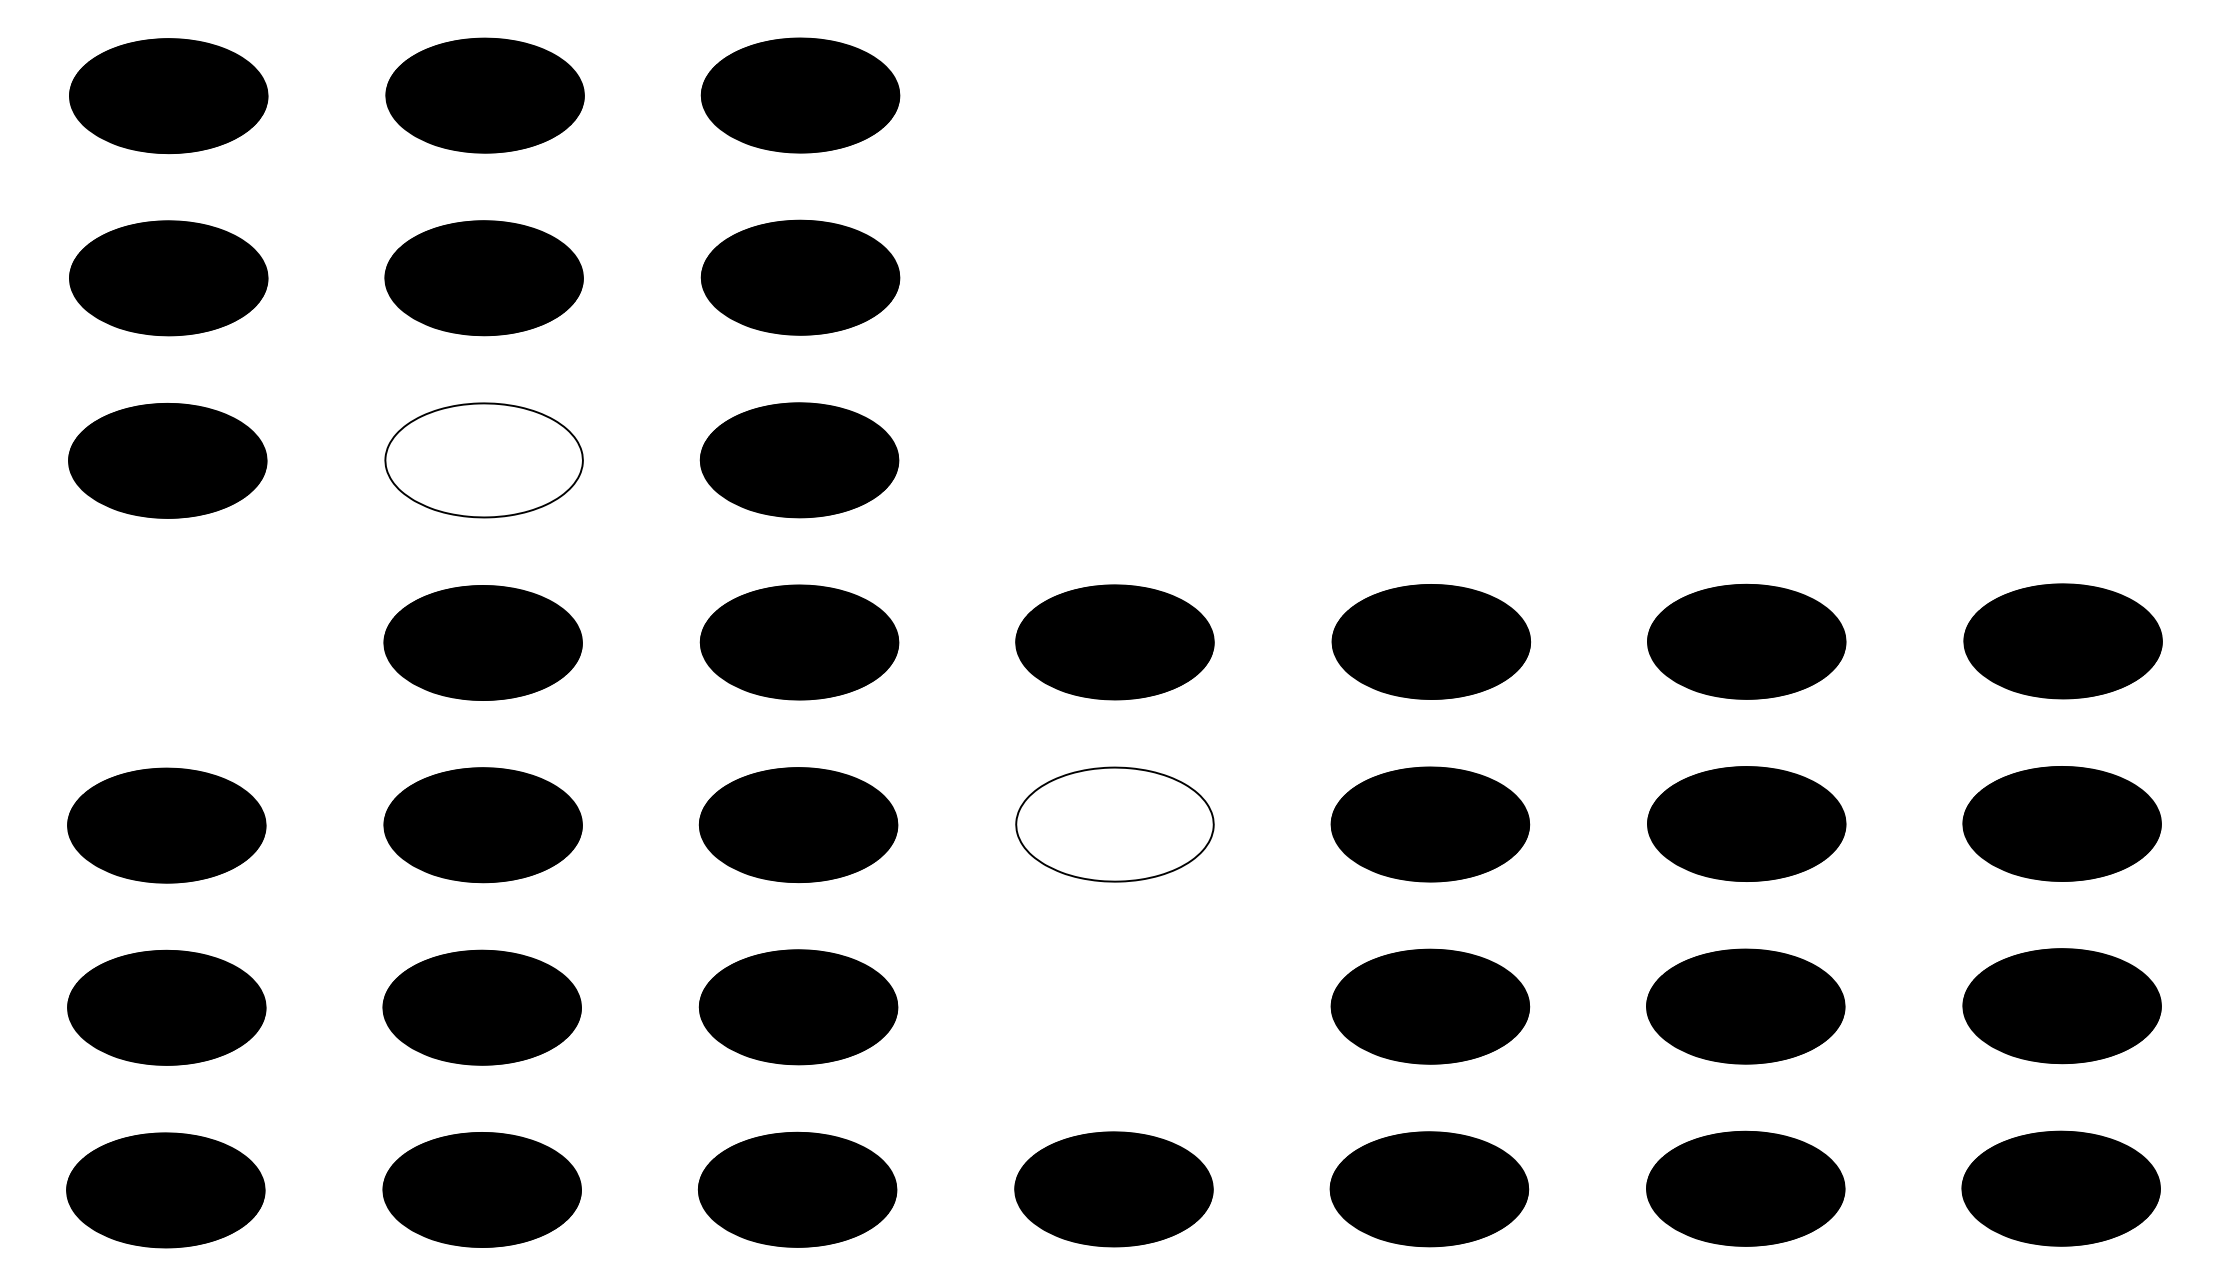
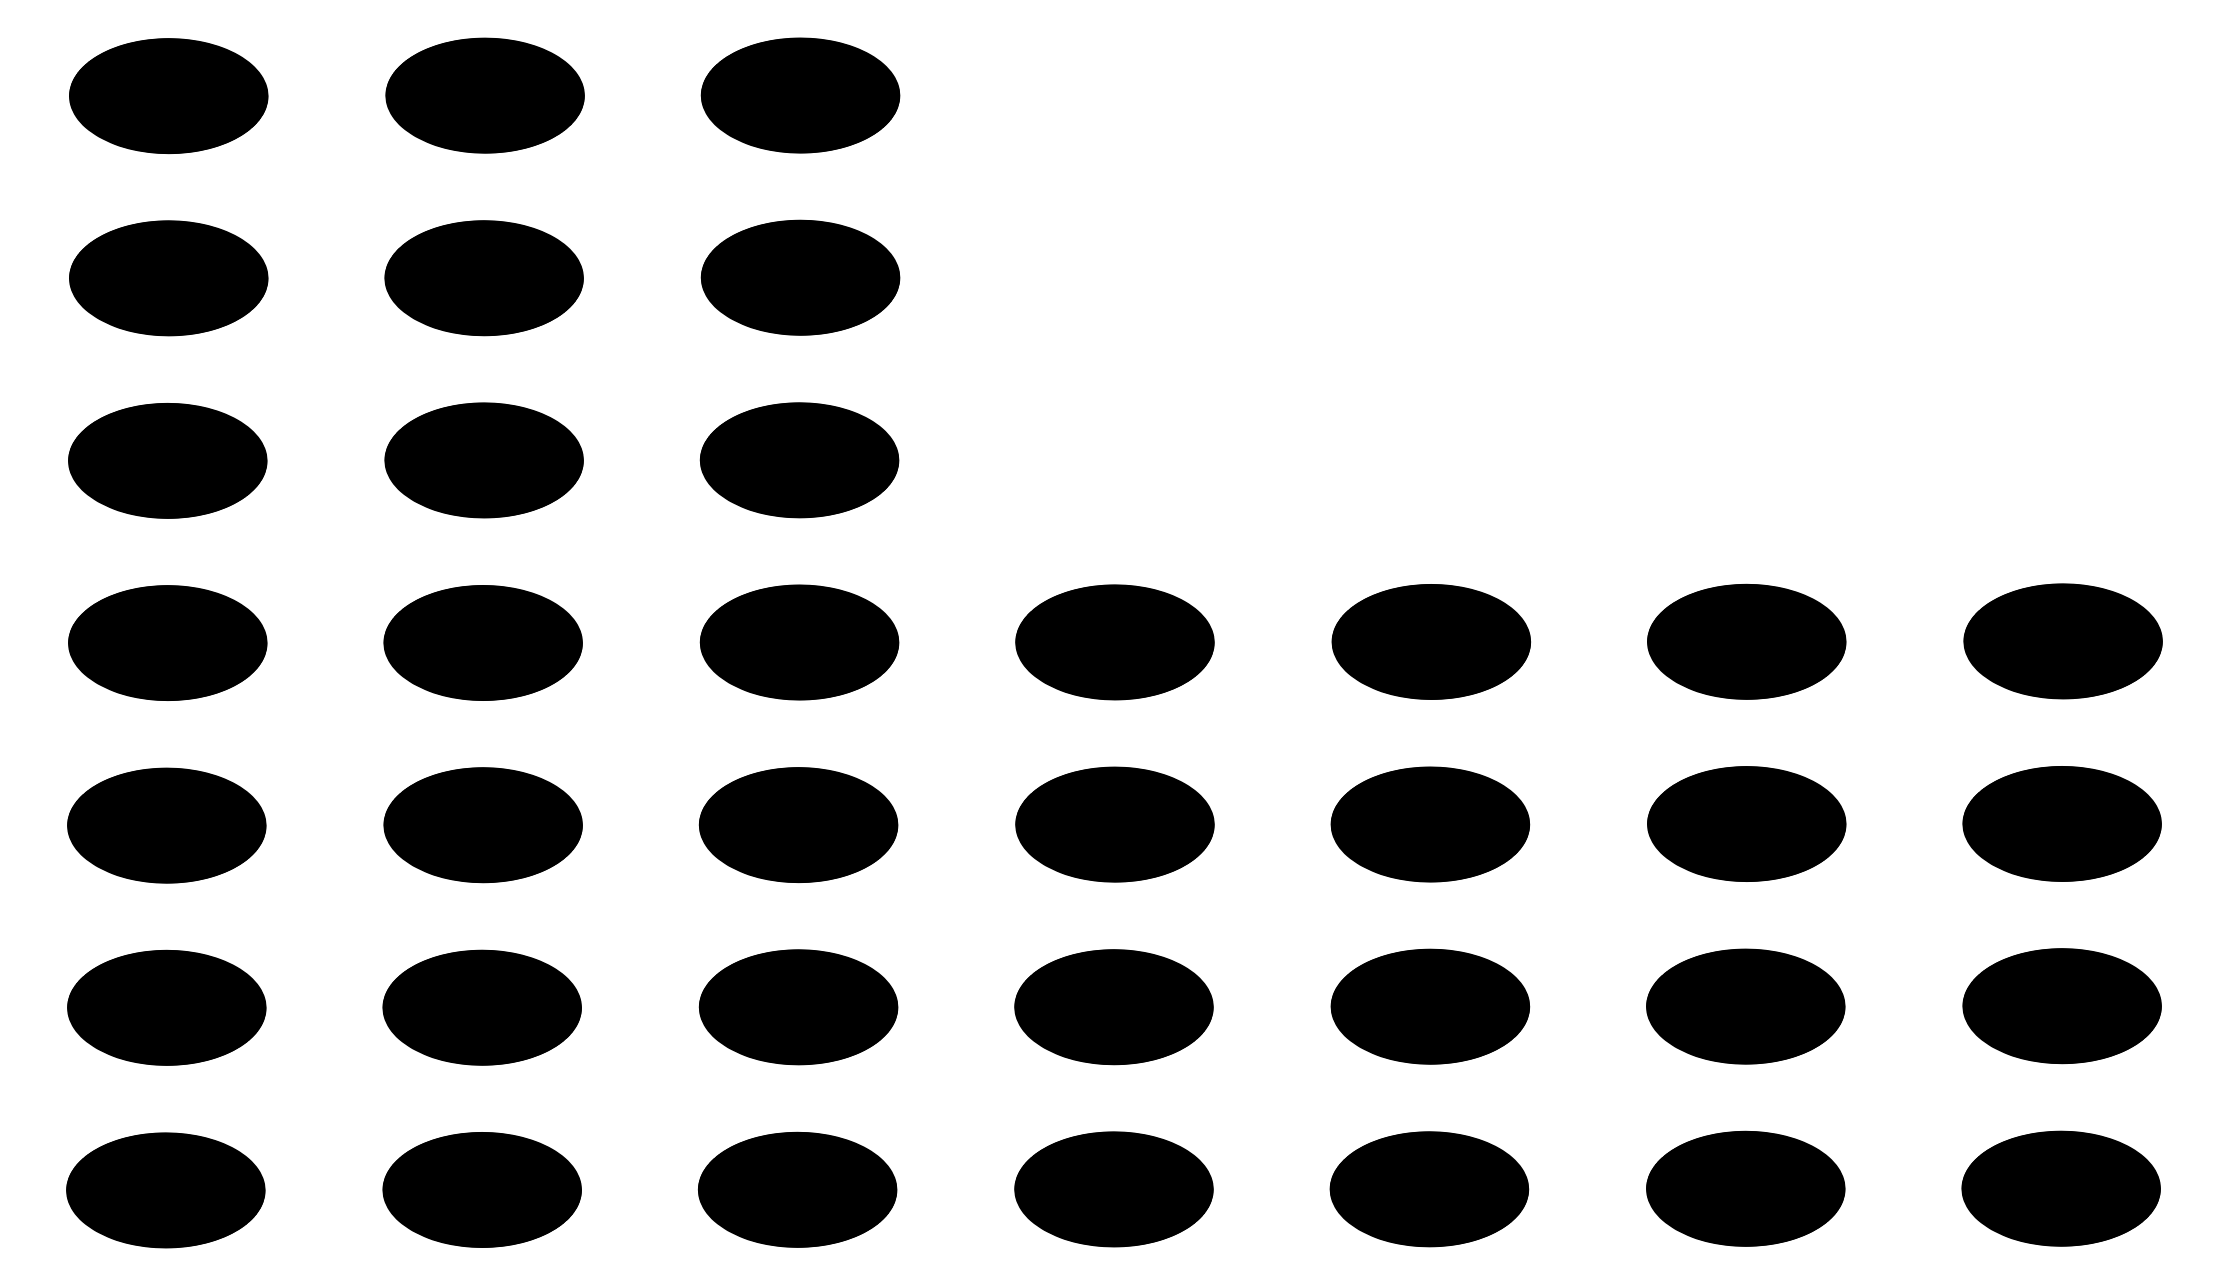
hatch at (483, 460): none -> present
part at (167, 642): none -> present
hatch at (1114, 824): none -> present
part at (1113, 1007): none -> present
